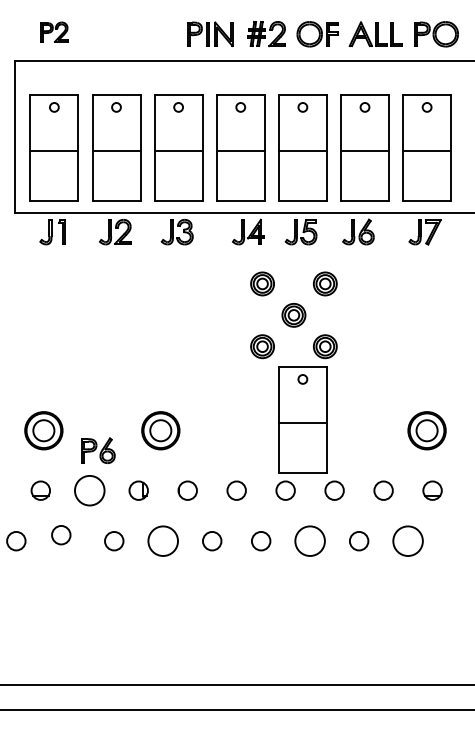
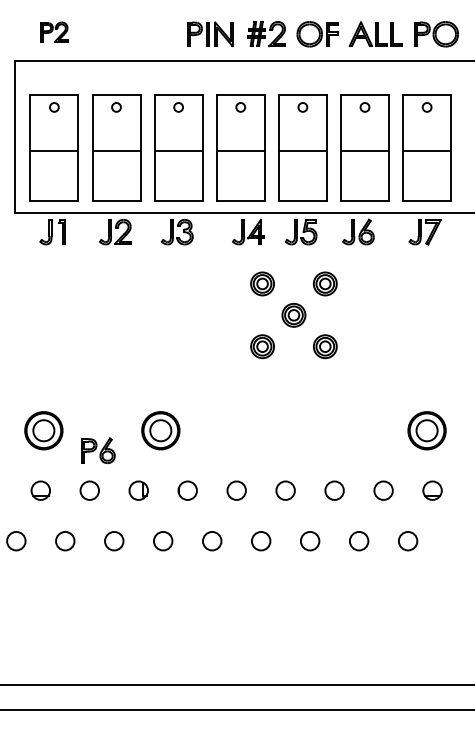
part at (302, 419): present -> none
circle at (89, 490) diameter: 30 px -> 18 px
circle at (61, 535) position: (61, 535) -> (65, 541)
circle at (163, 540) diameter: 30 px -> 18 px
circle at (309, 540) diameter: 30 px -> 18 px
circle at (407, 540) diameter: 30 px -> 18 px
